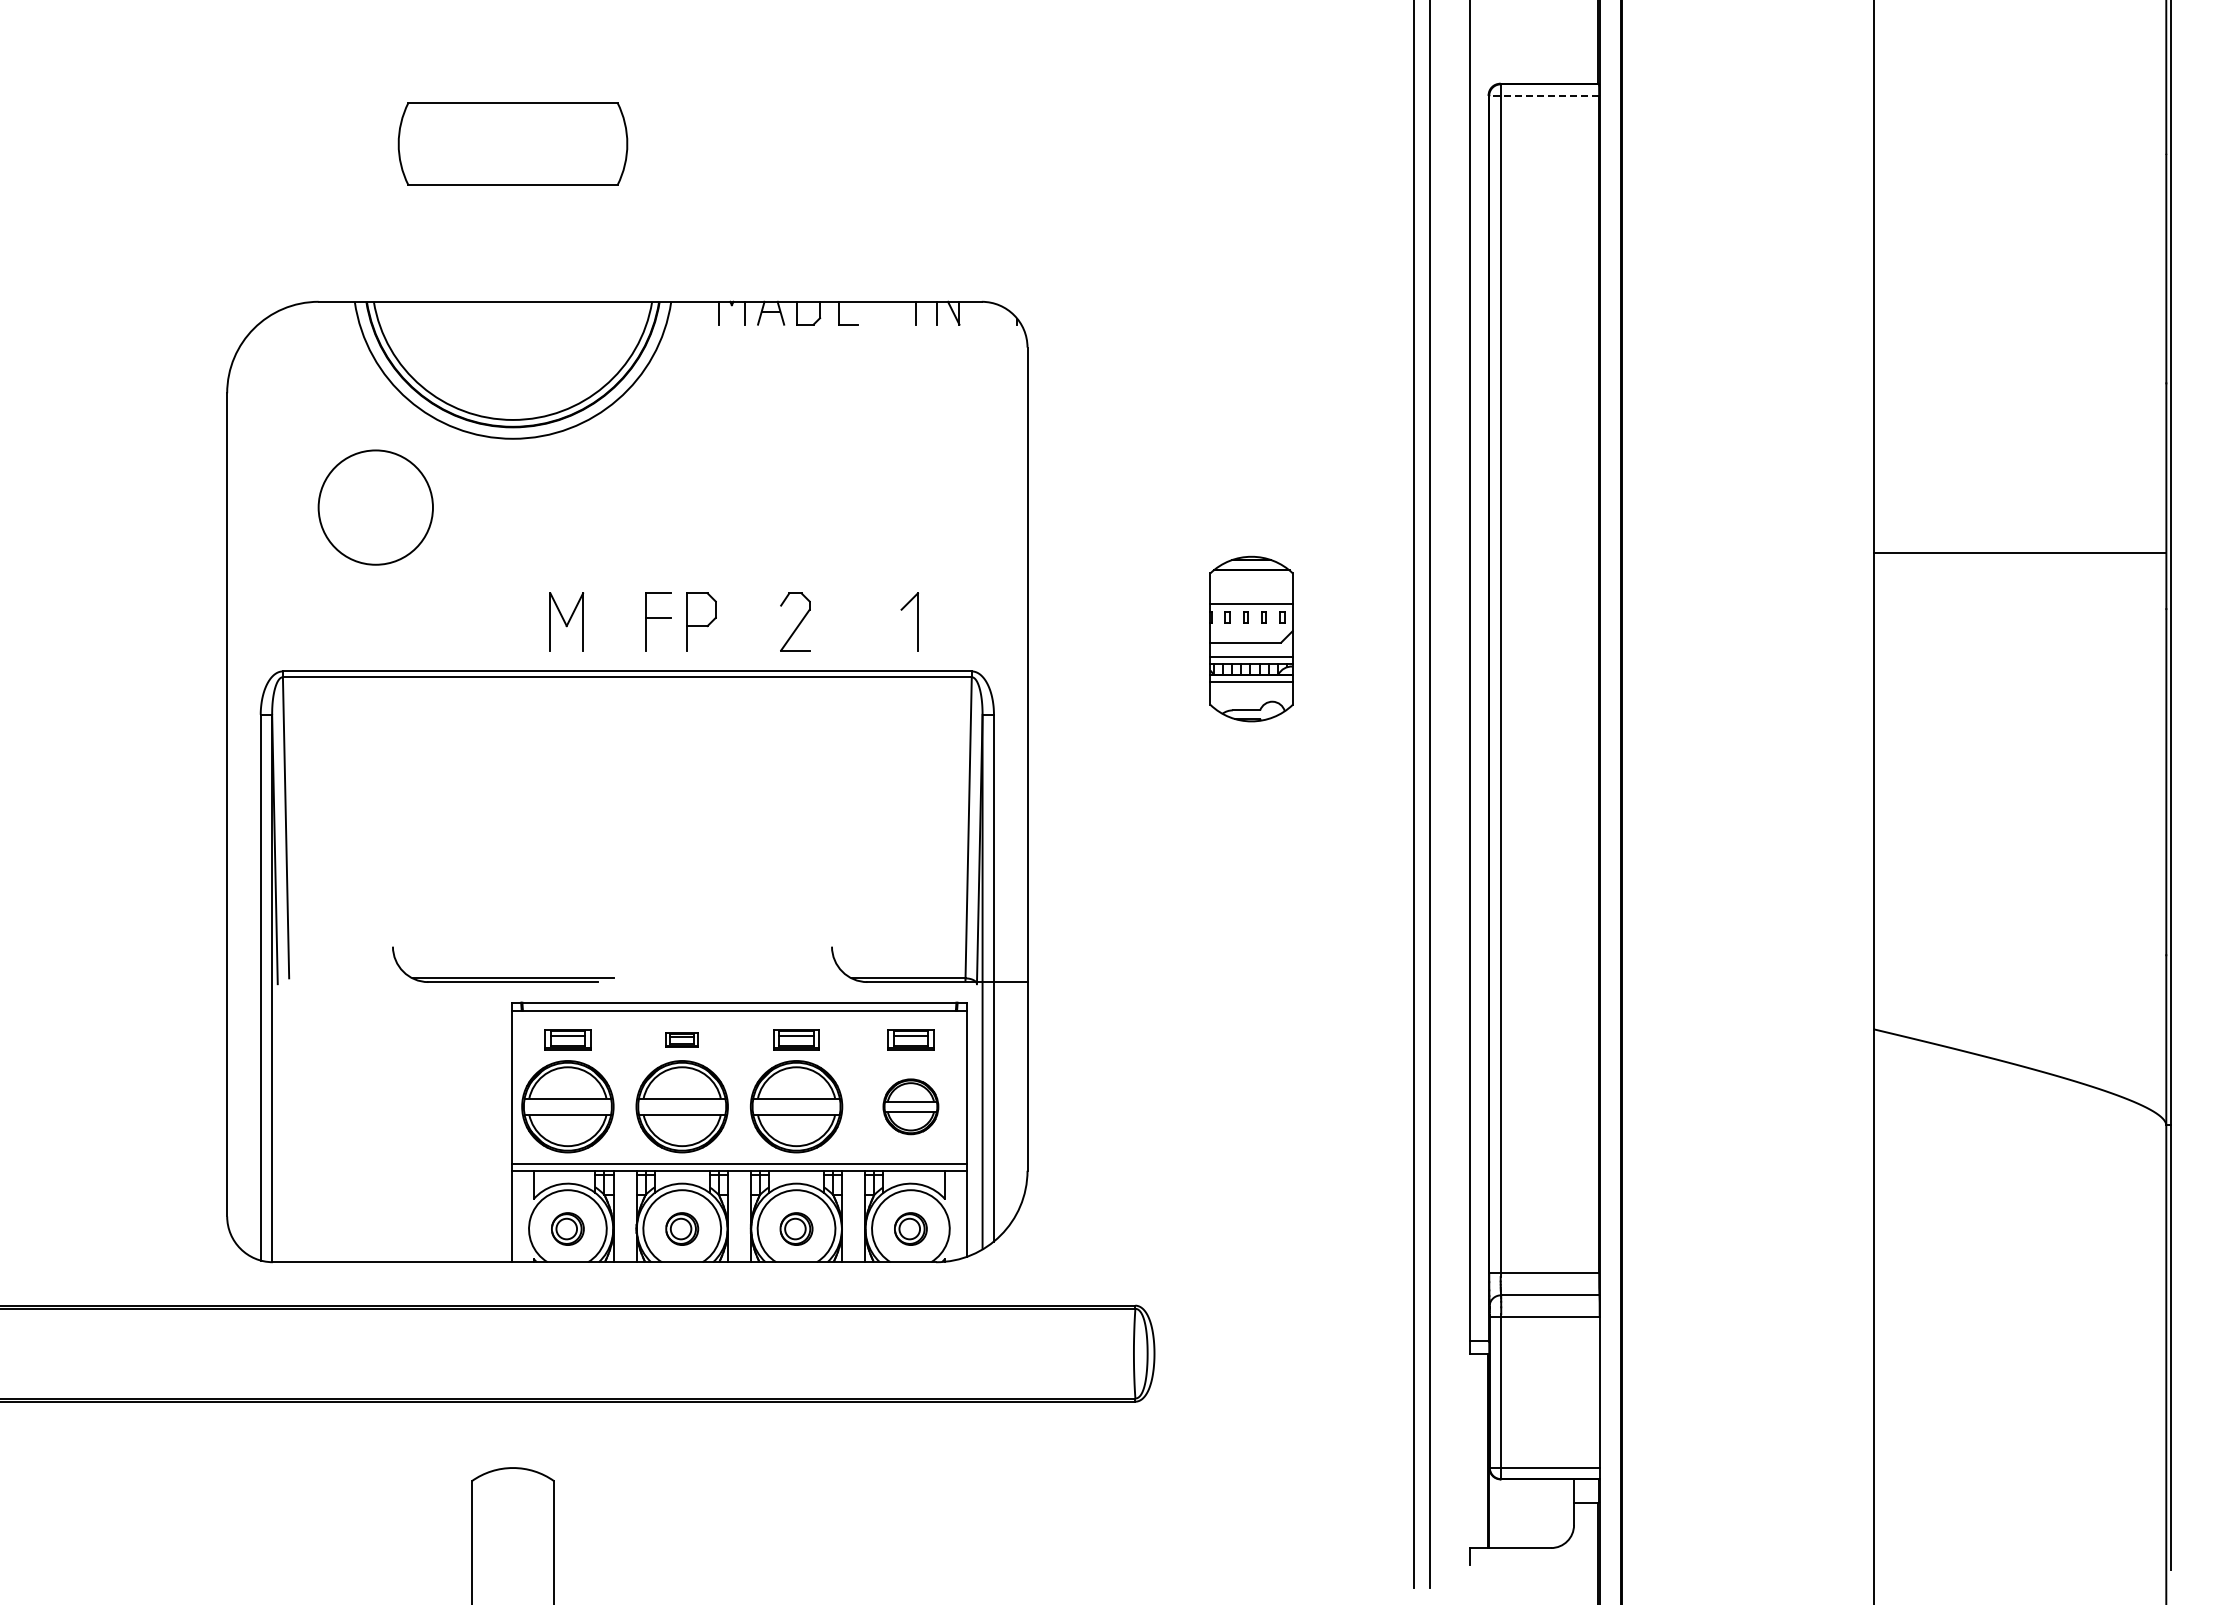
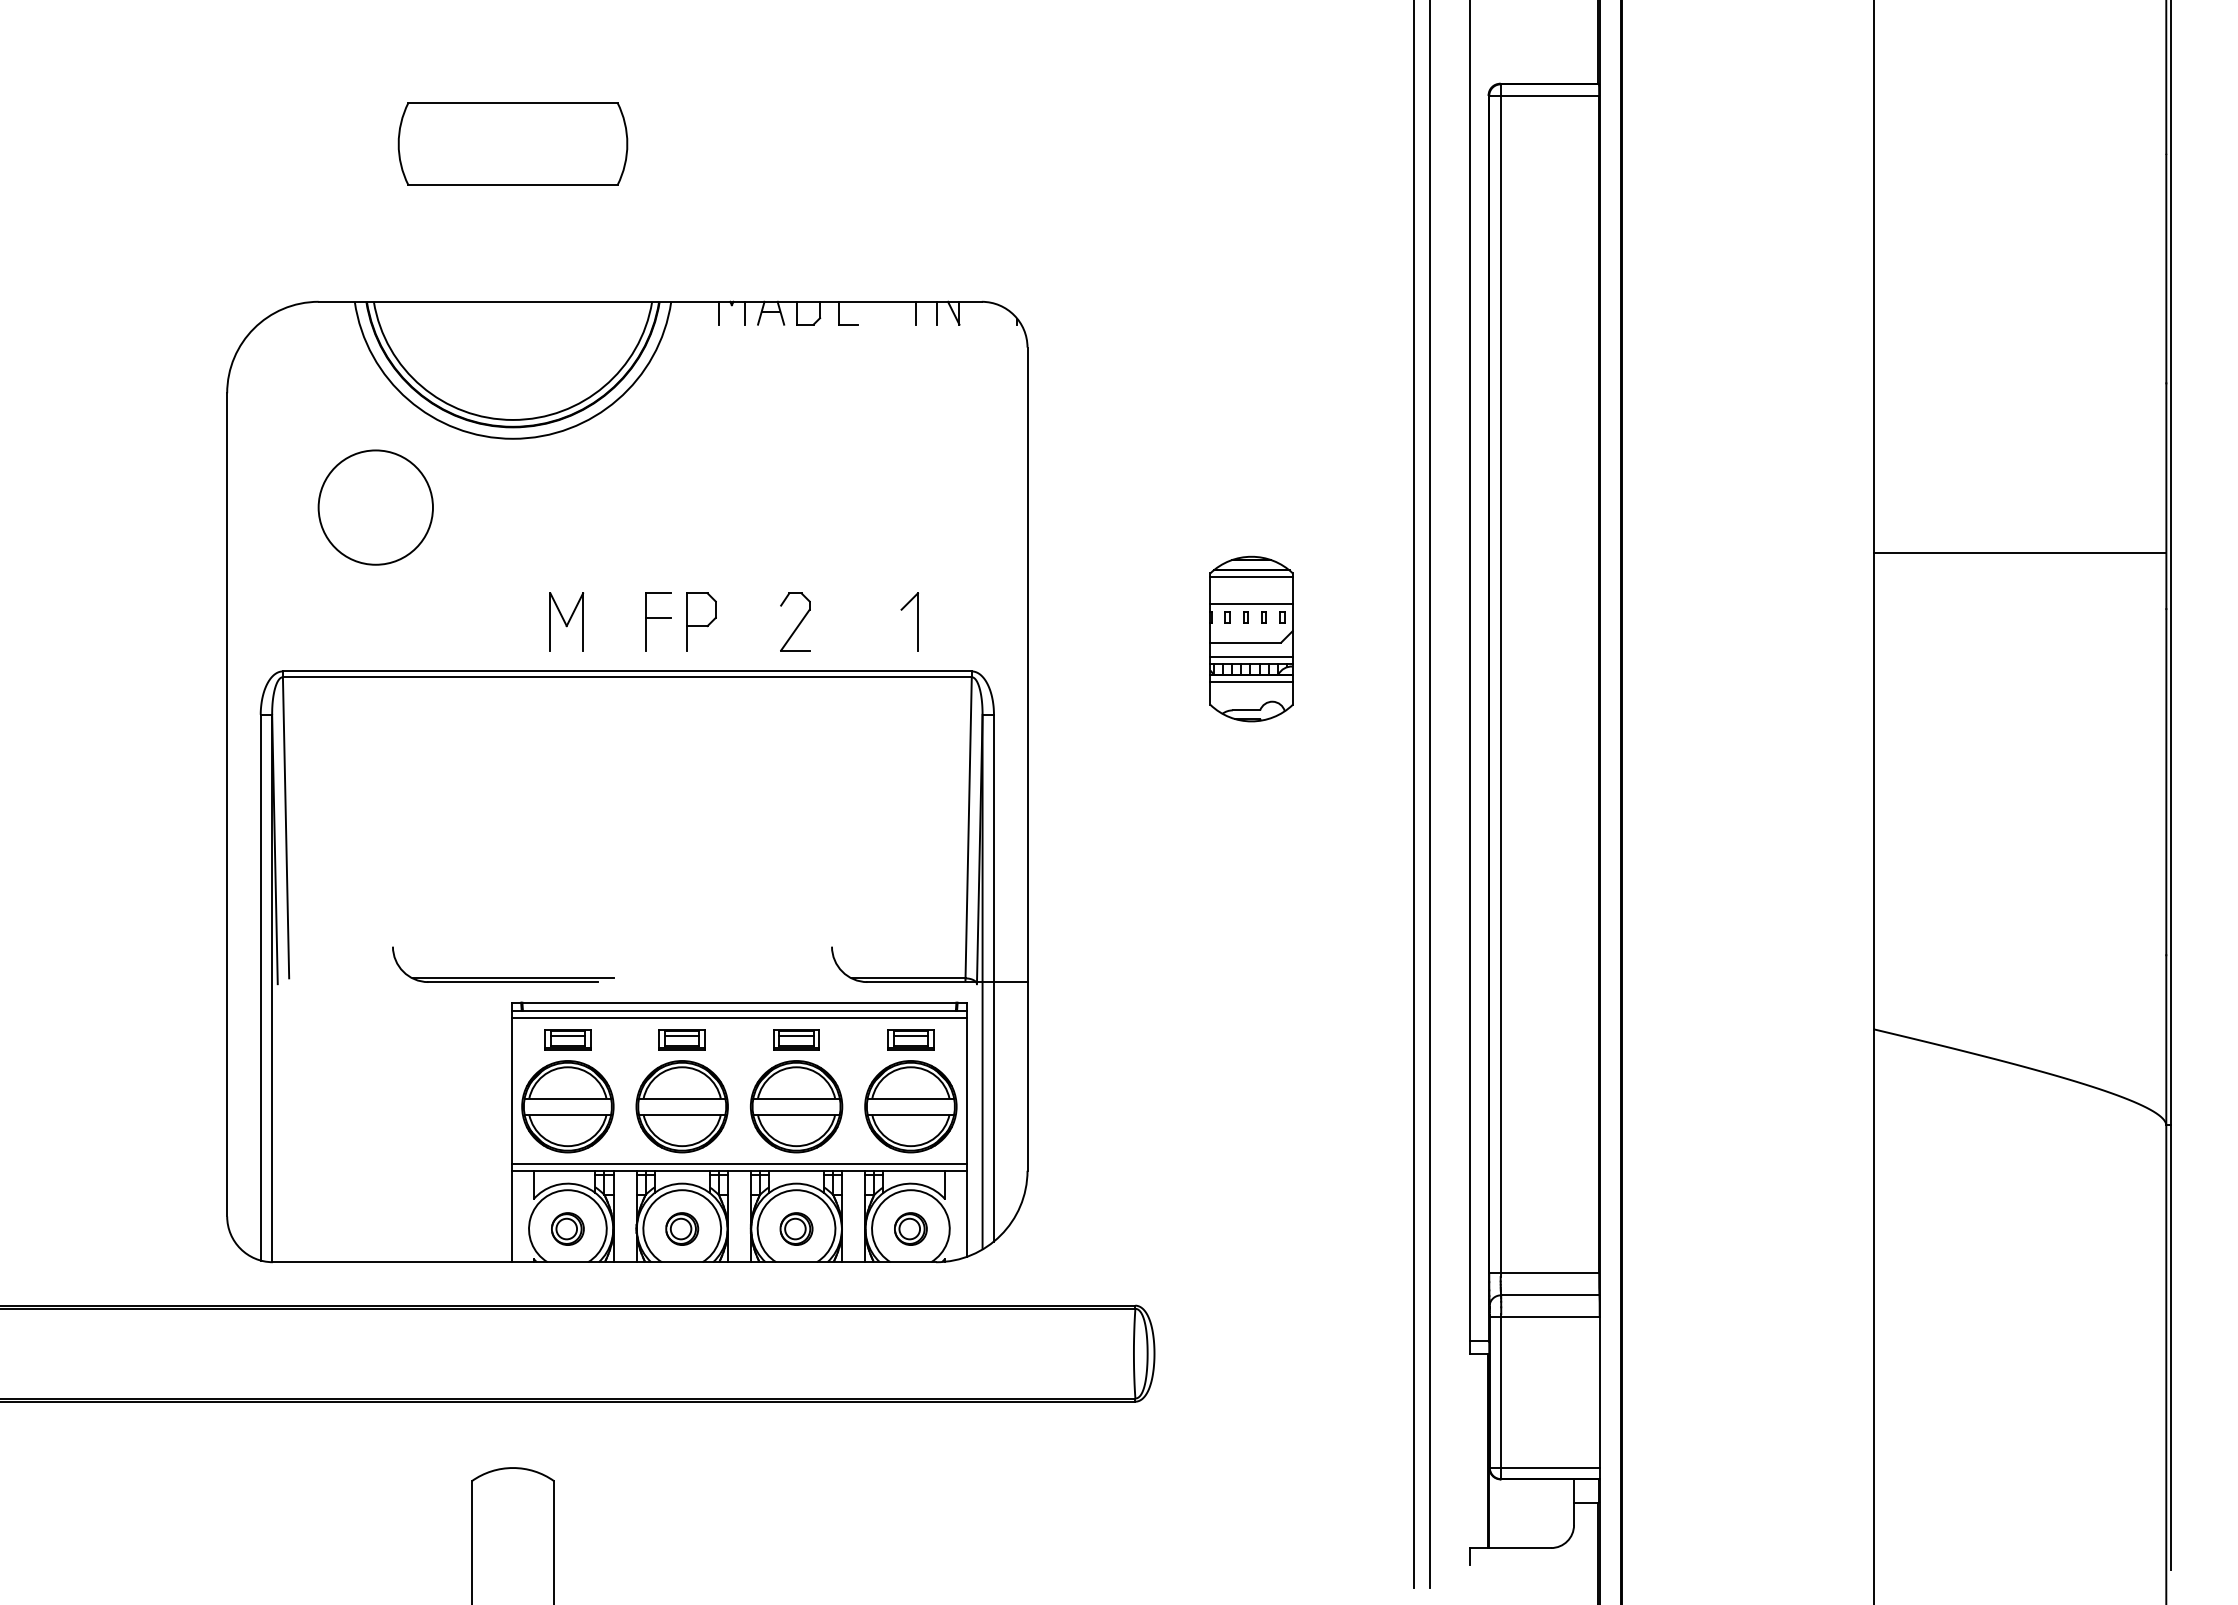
line at (1544, 95): dashed -> solid
line at (1251, 577): none -> present
line at (738, 1017): none -> present
part at (681, 1039) size: 34x16 px -> 48x22 px
part at (910, 1106) size: 58x58 px -> 94x94 px
